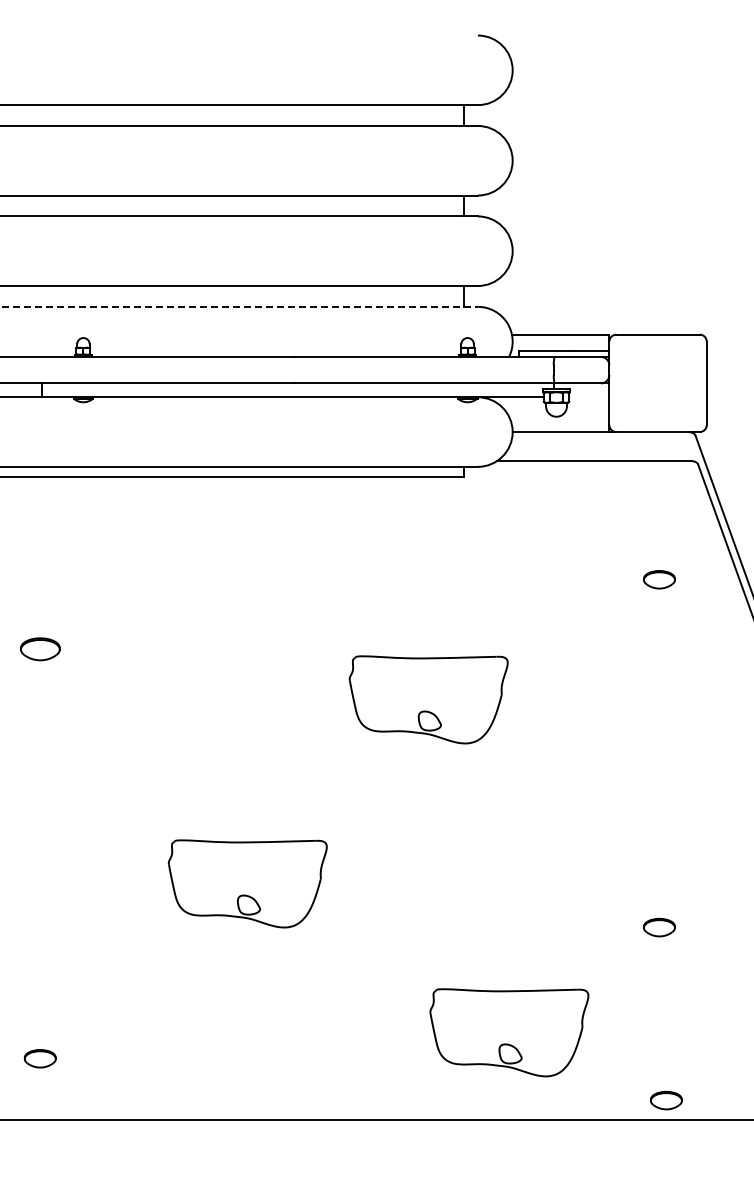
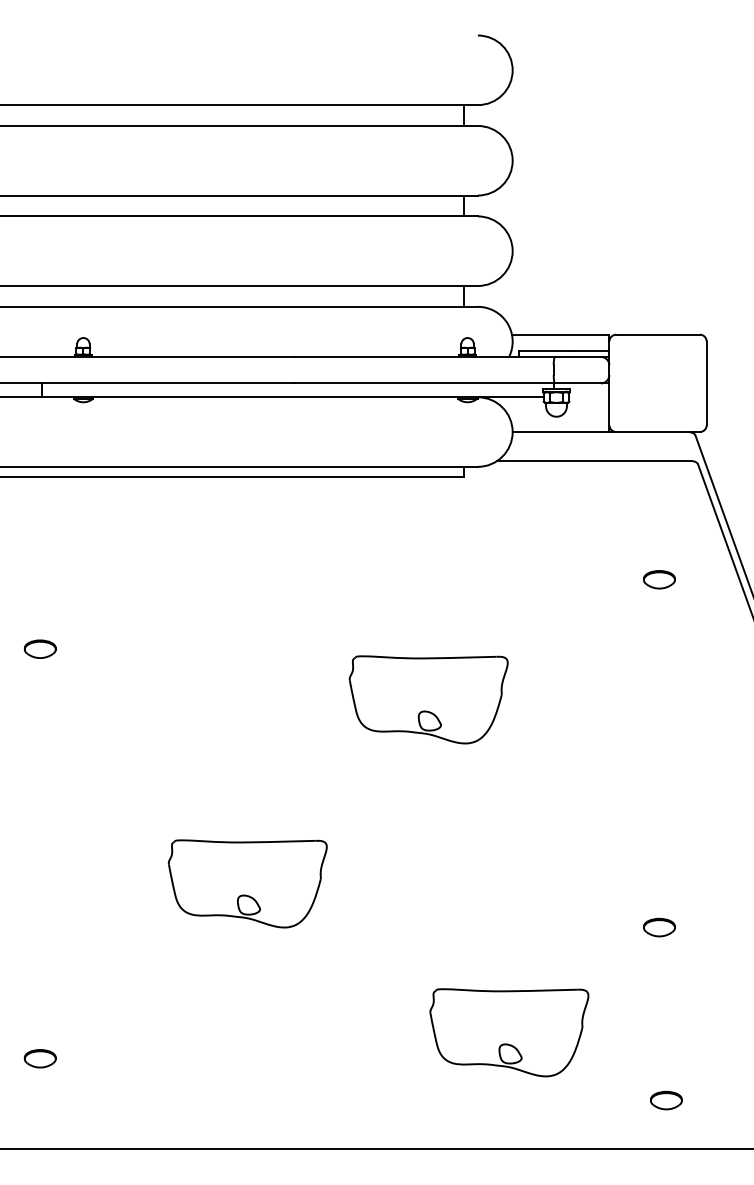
line at (239, 306): dashed -> solid
part at (40, 649) size: 41x25 px -> 34x20 px
line at (376, 1120) position: (376, 1120) -> (376, 1149)
